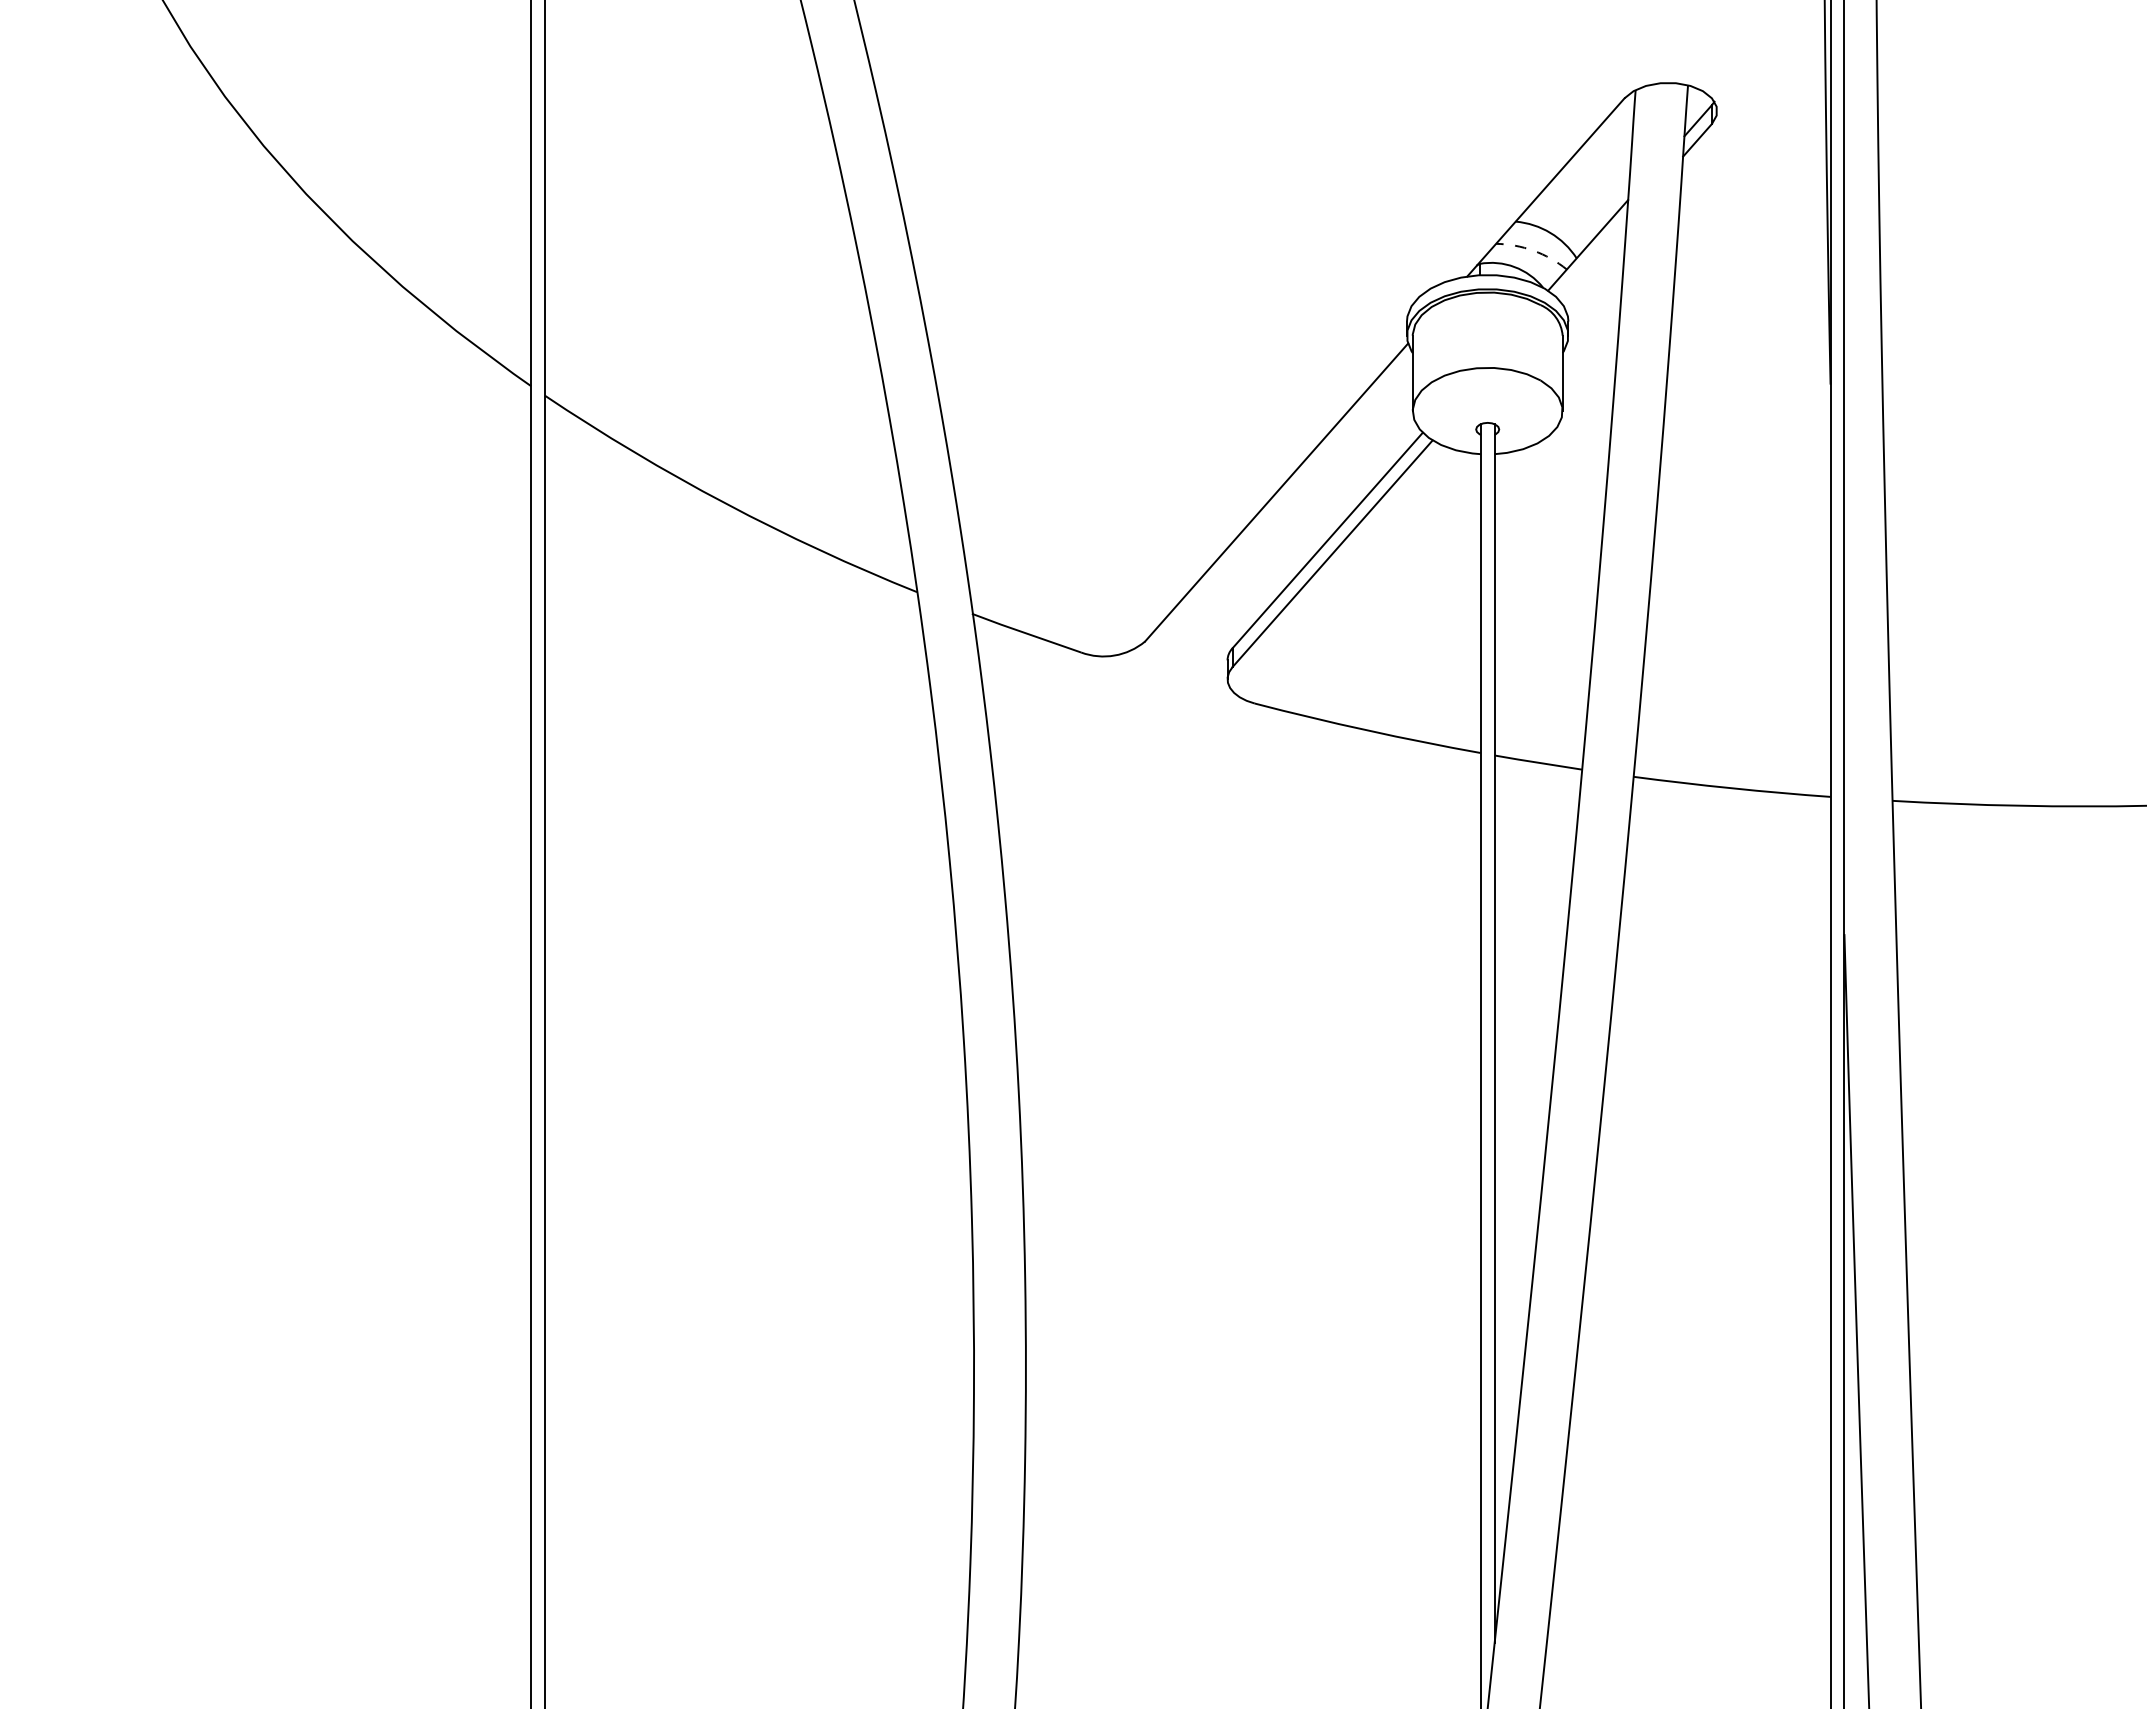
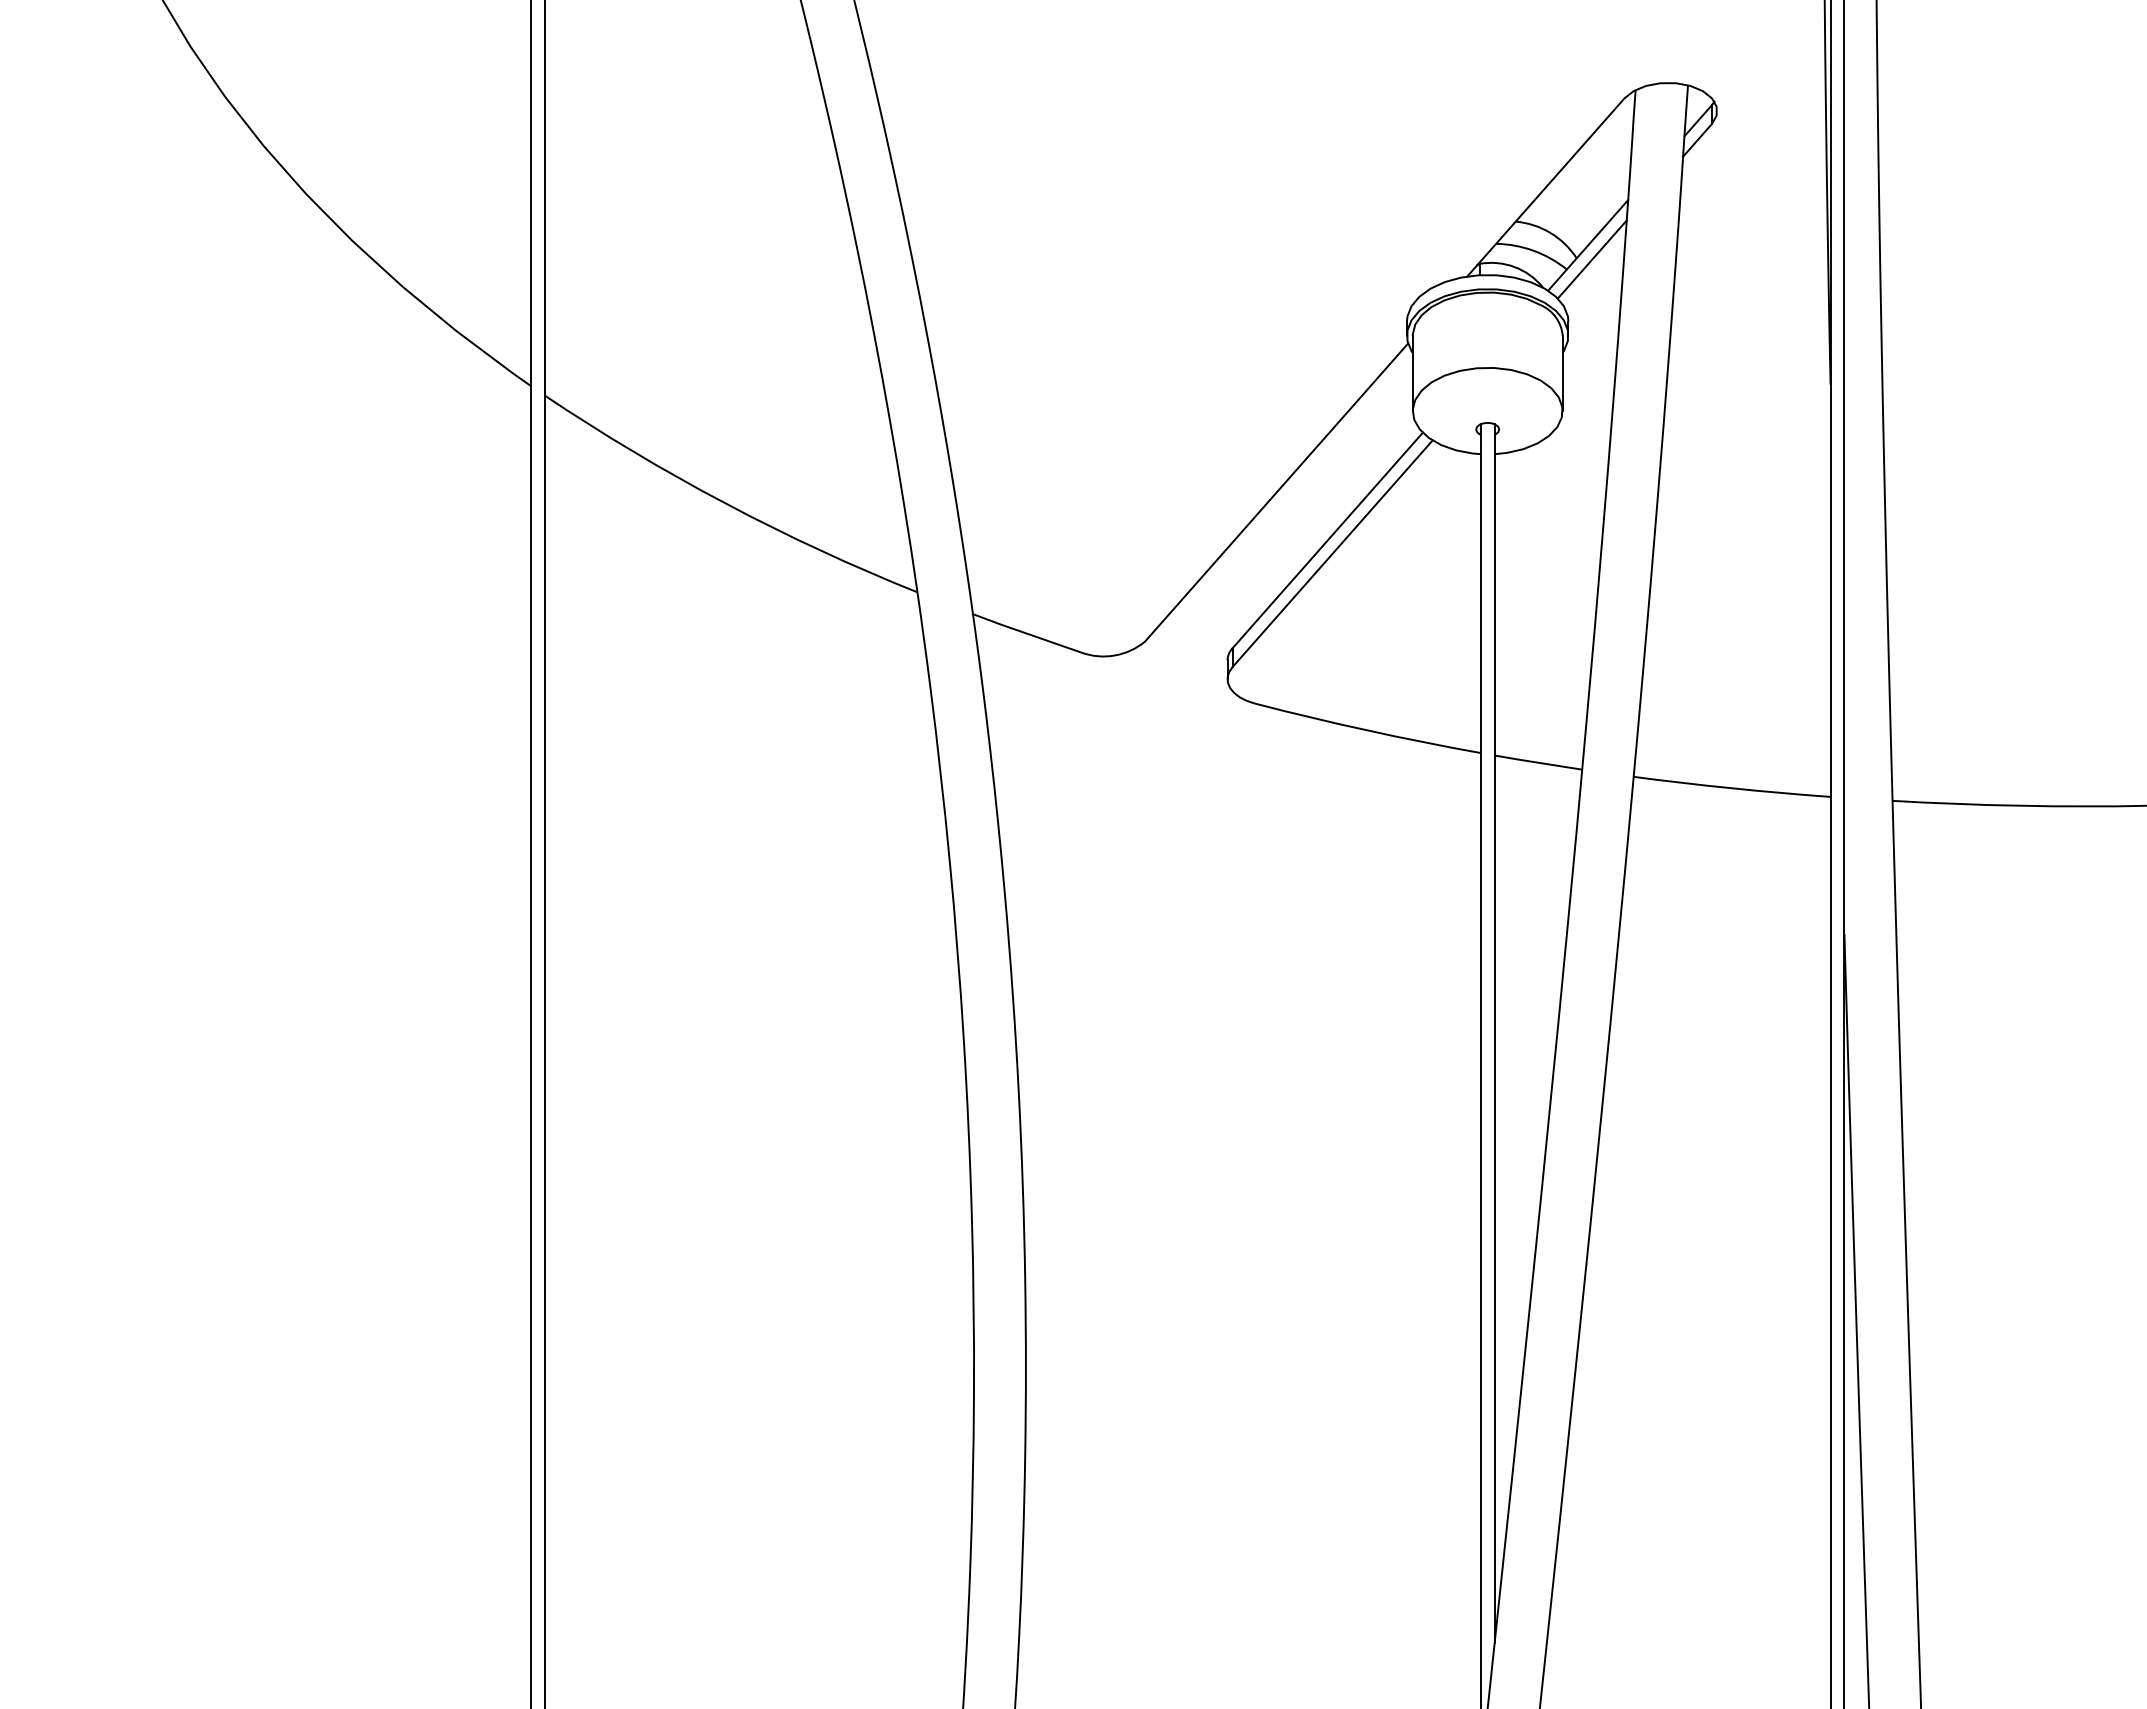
arc at (1533, 250): dashed -> solid
line at (1591, 259): none -> present
